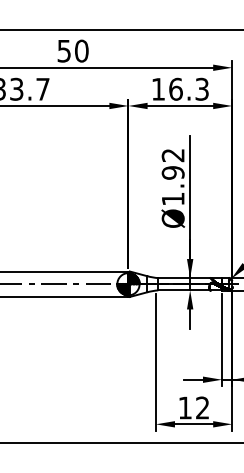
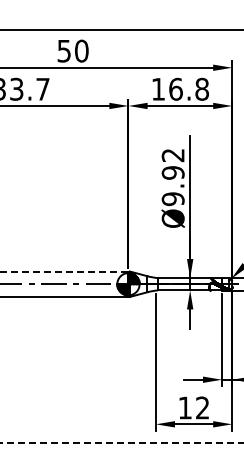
text at (202, 88): 16.3 -> 16.8
text at (172, 199): Ø1.92 -> Ø9.92
line at (63, 271): solid -> dashed
line at (122, 443): solid -> dashed
